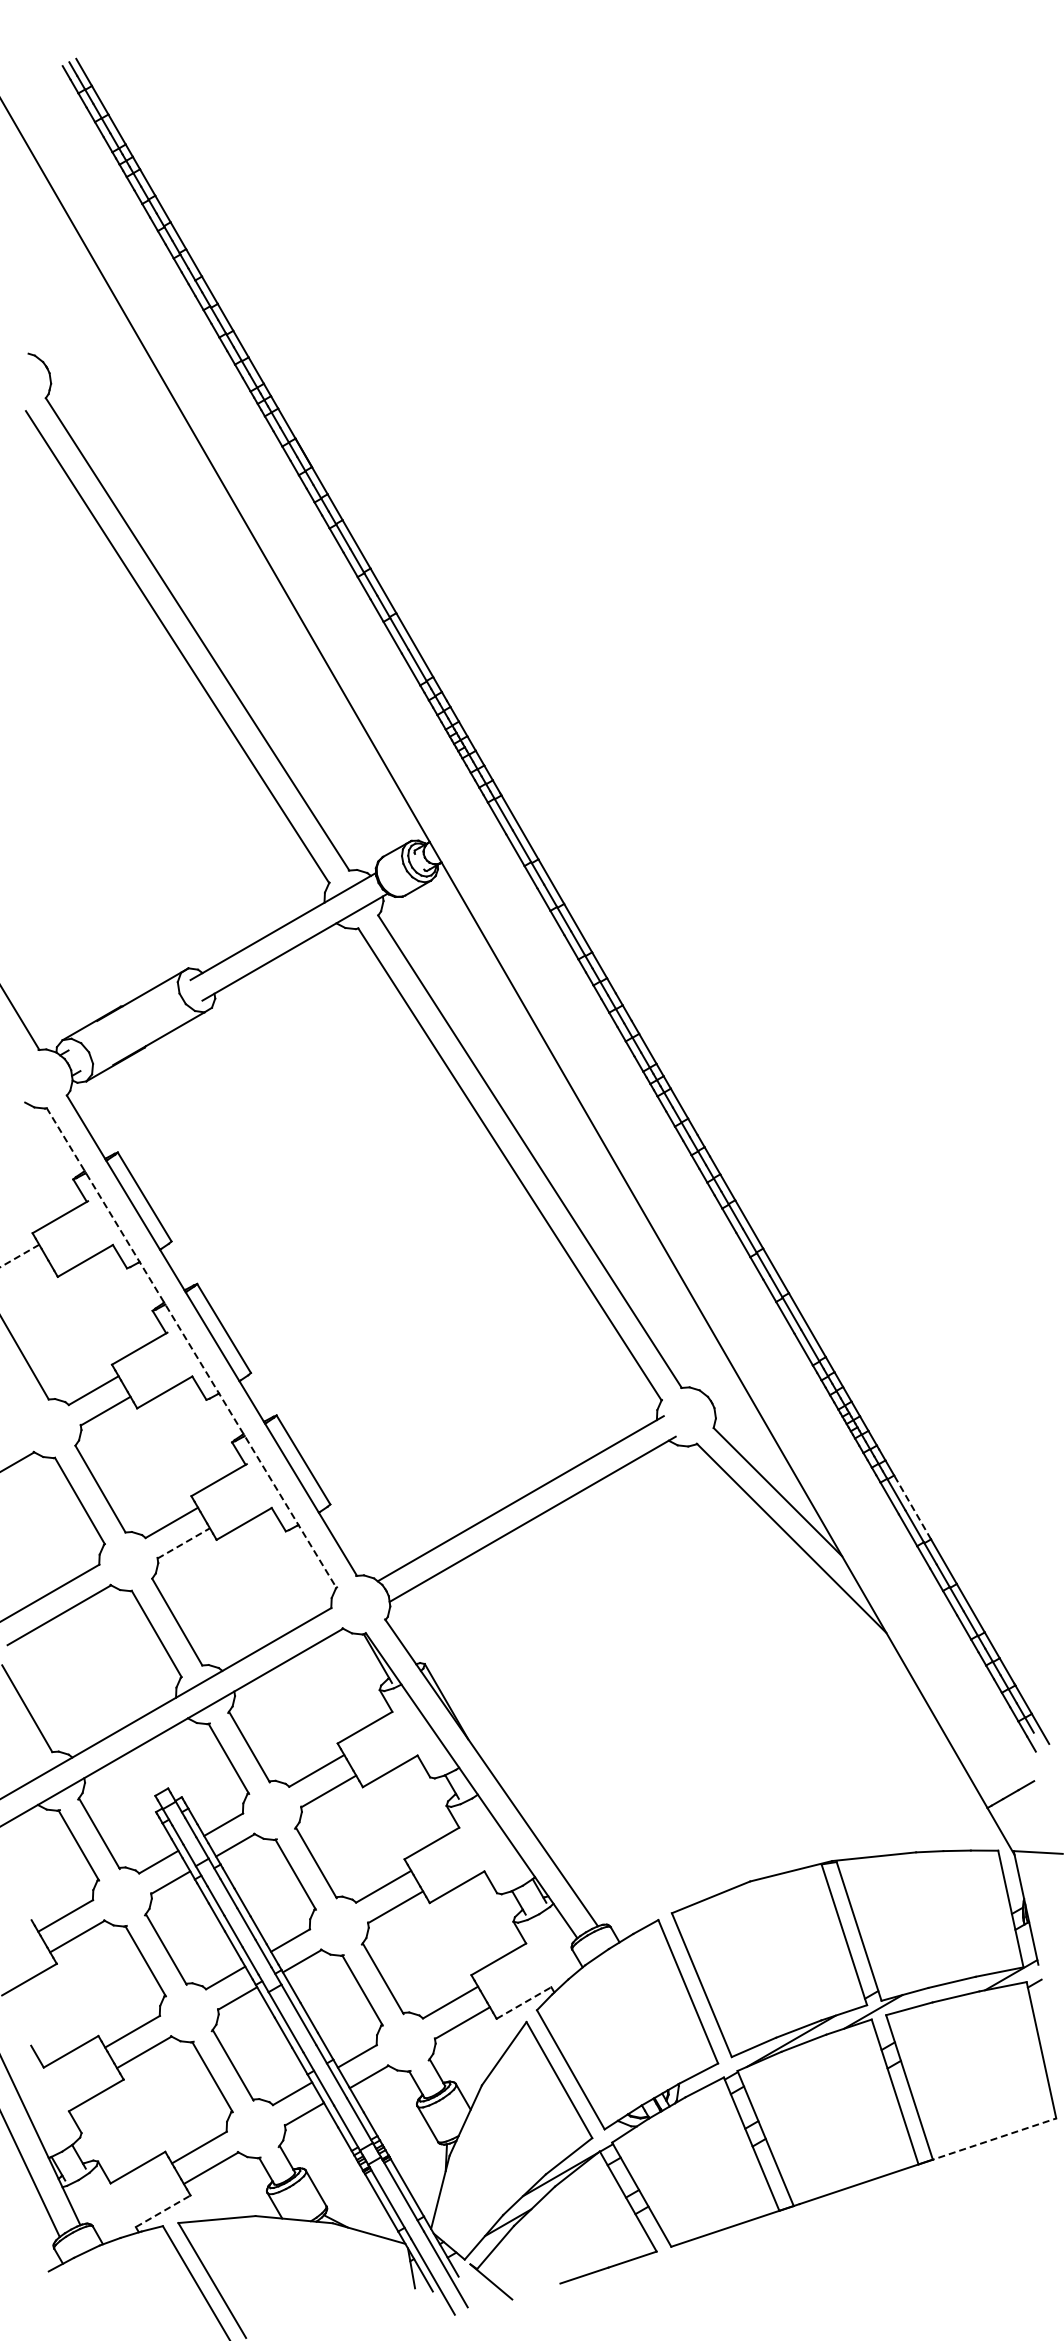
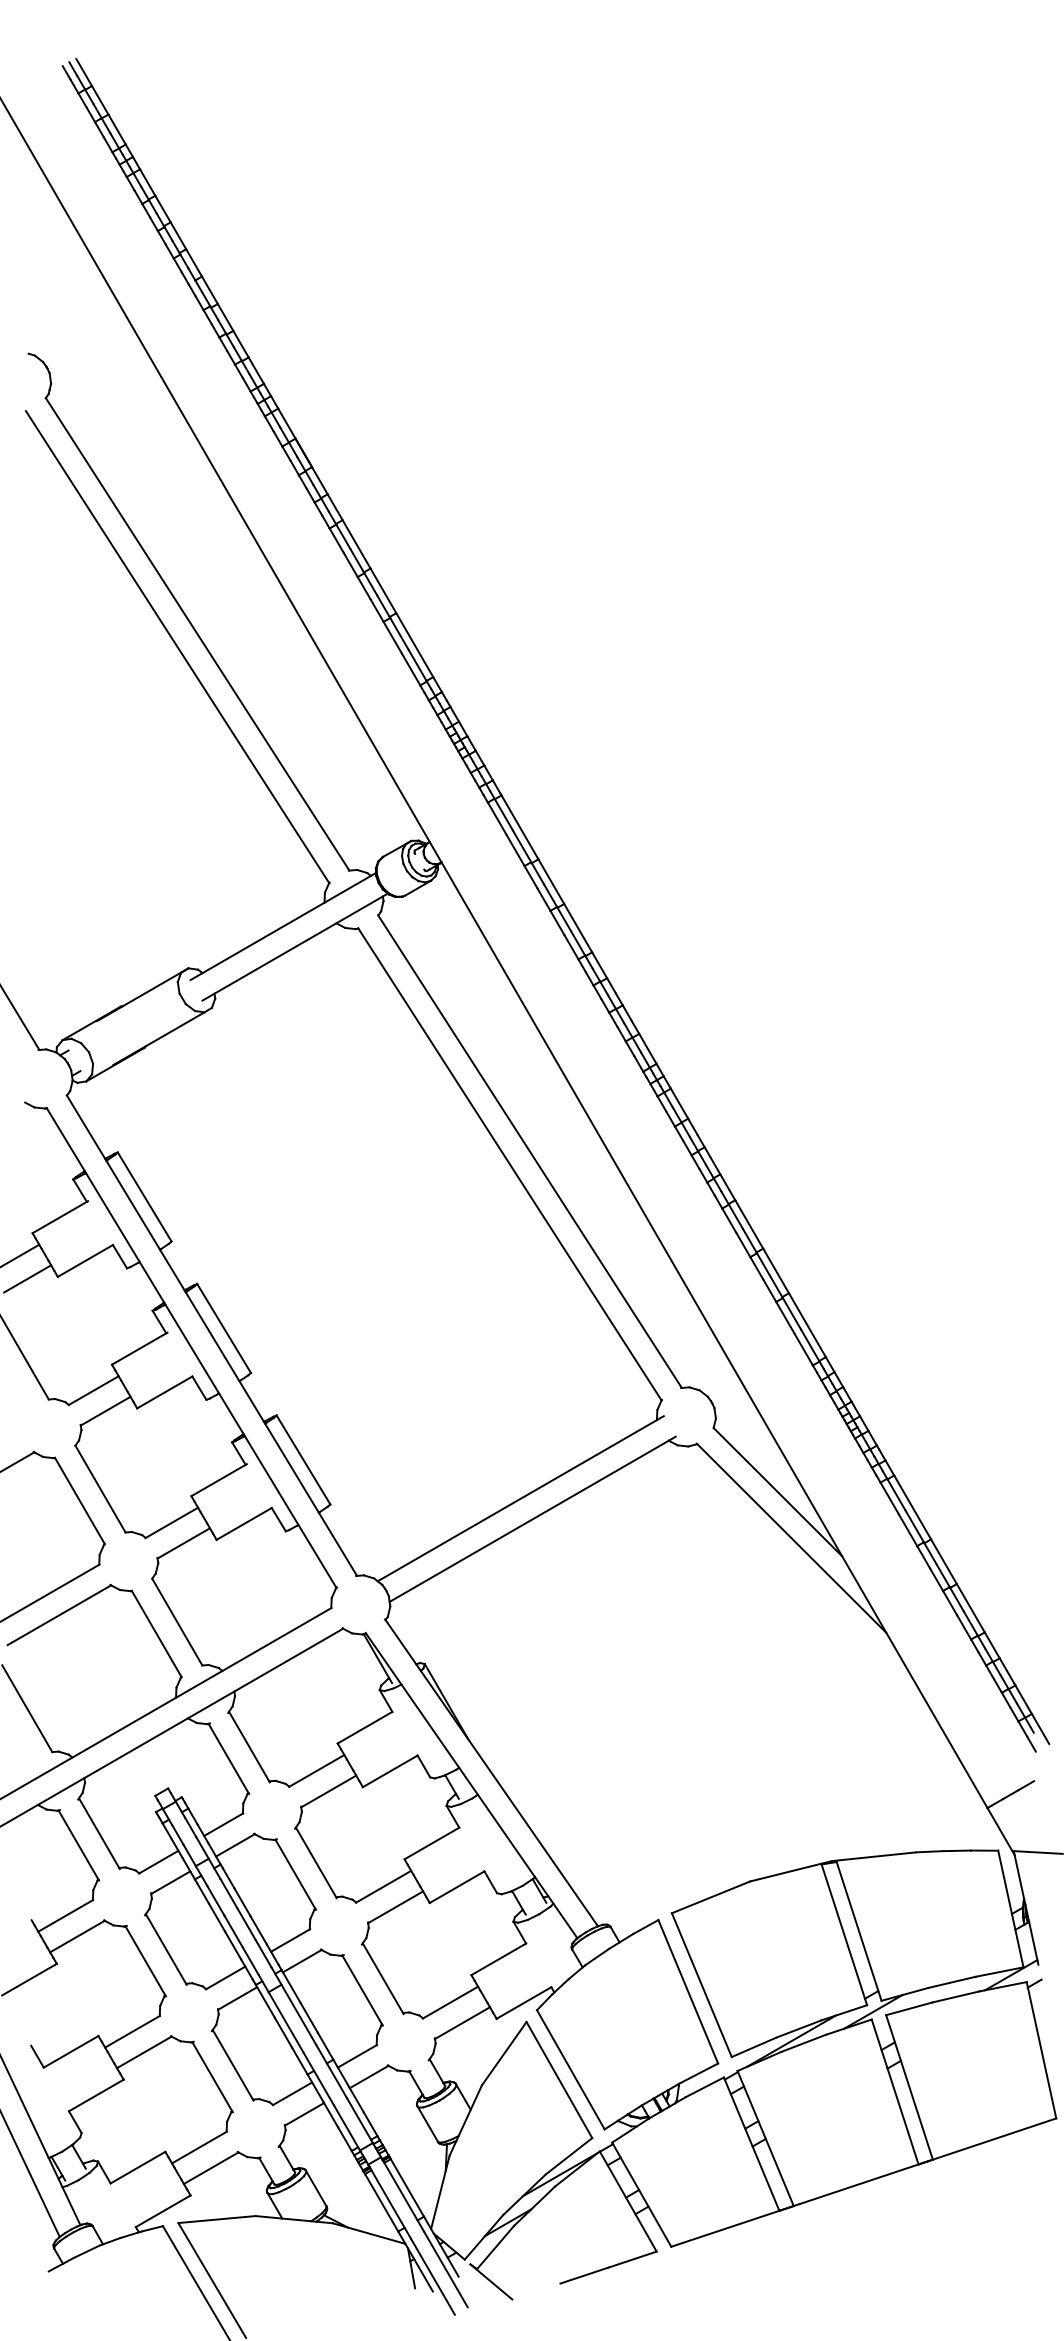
line at (19, 1256): dashed -> solid
line at (27, 1278): none -> present
line at (191, 1348): dashed -> solid
line at (912, 1507): dashed -> solid
line at (184, 1543): dashed -> solid
line at (523, 2003): dashed -> solid
line at (992, 2139): dashed -> solid
line at (163, 2211): dashed -> solid
